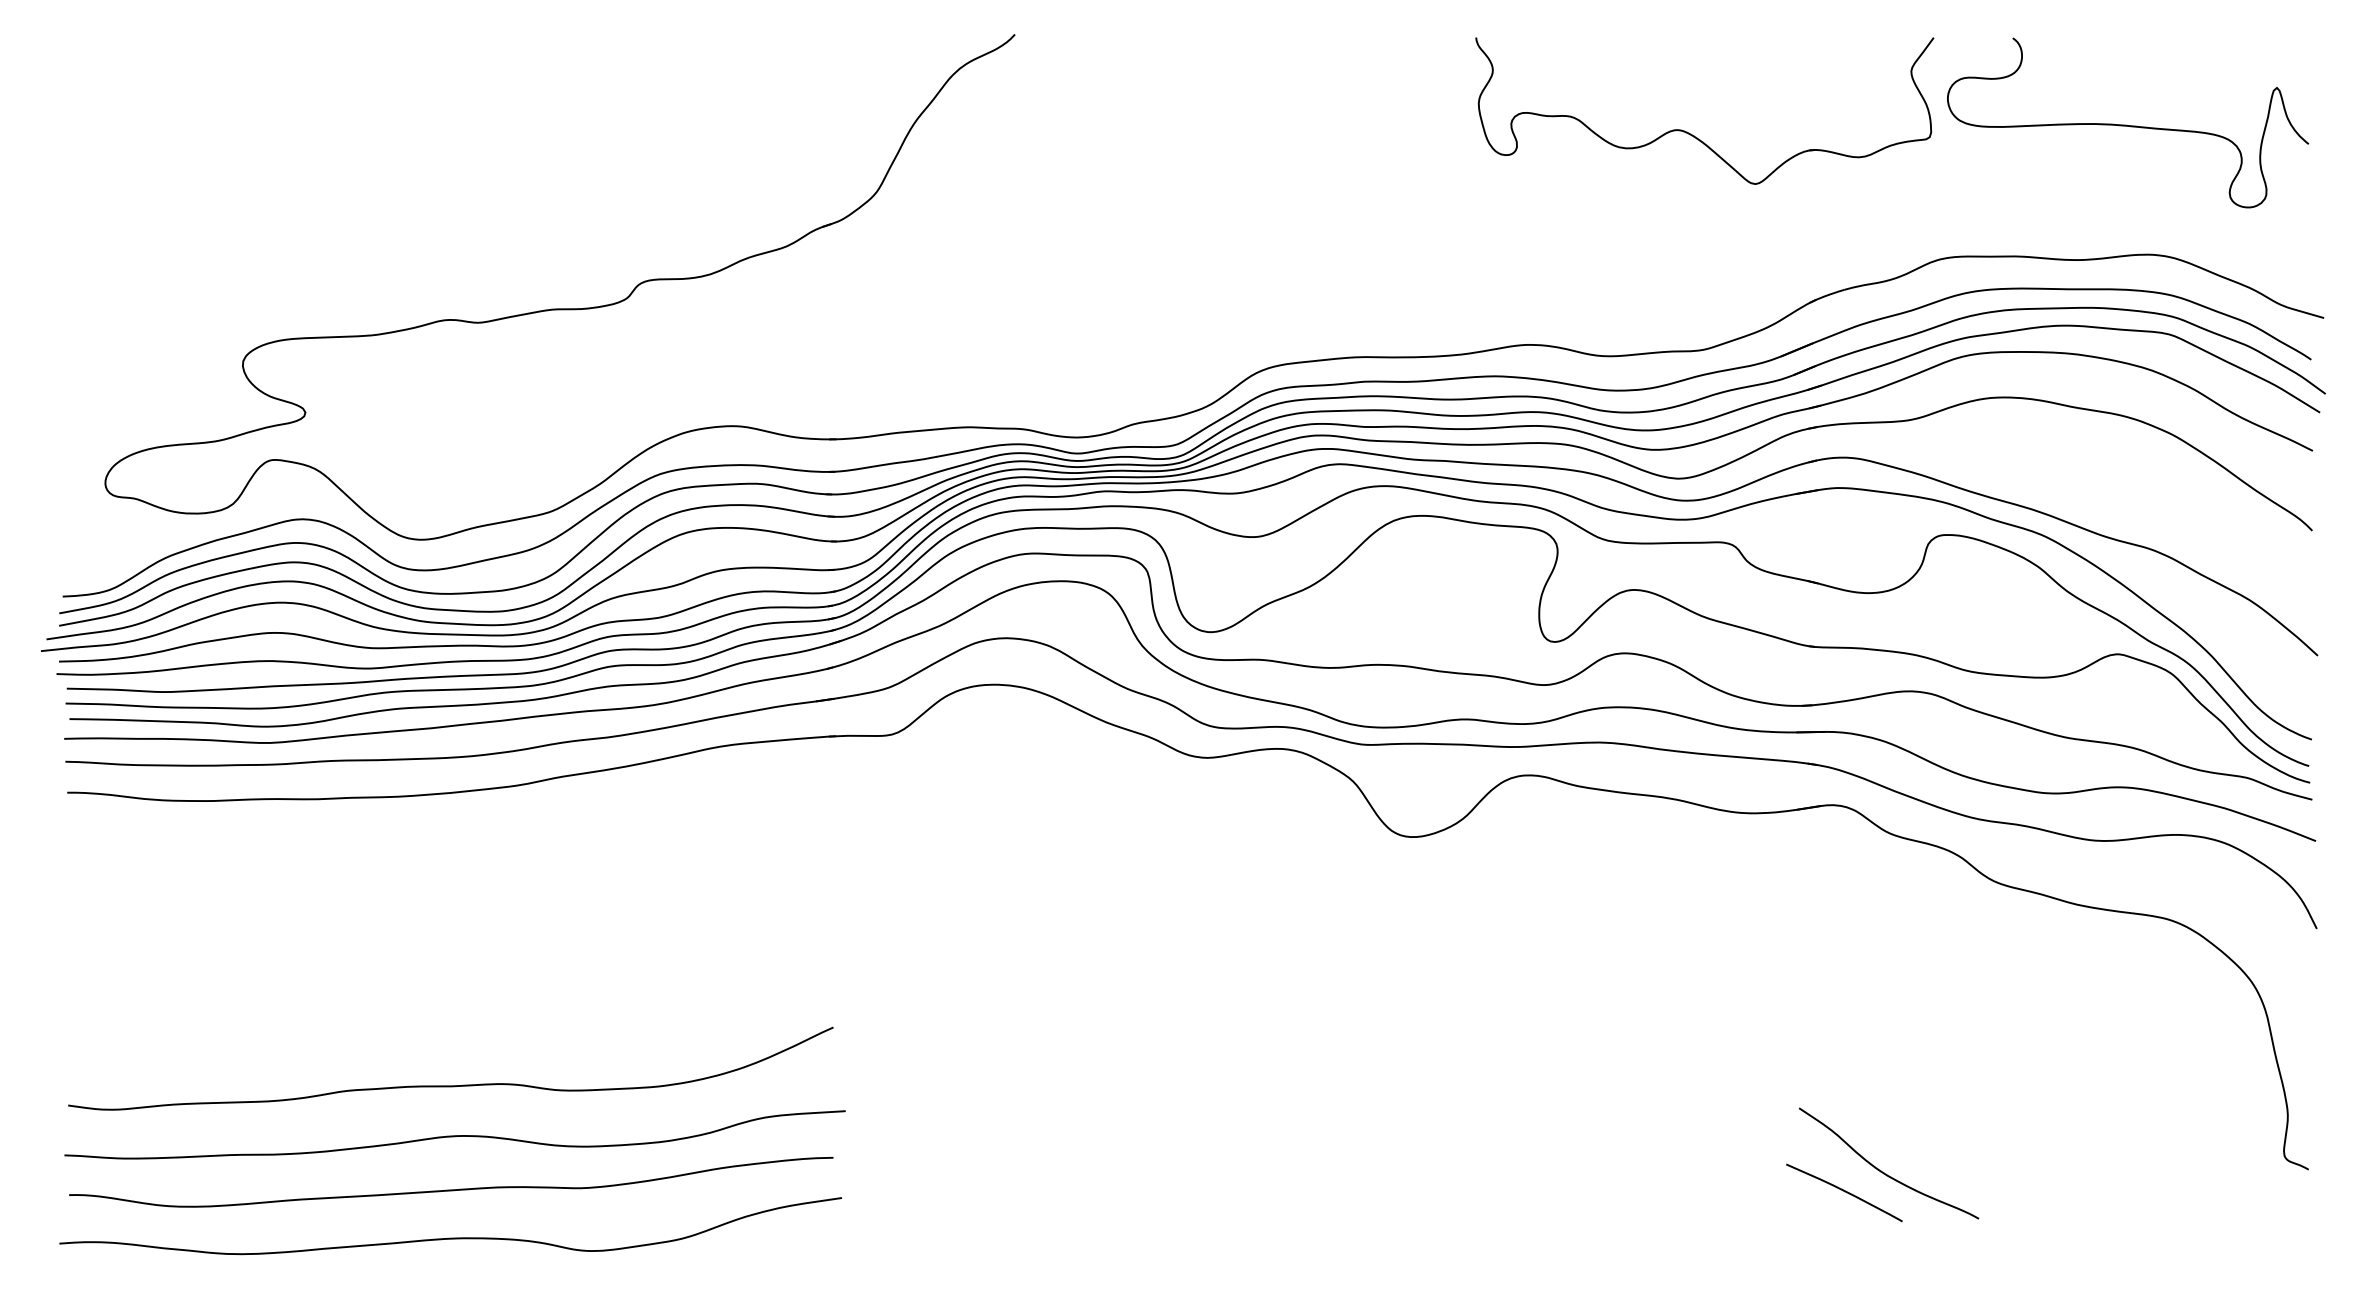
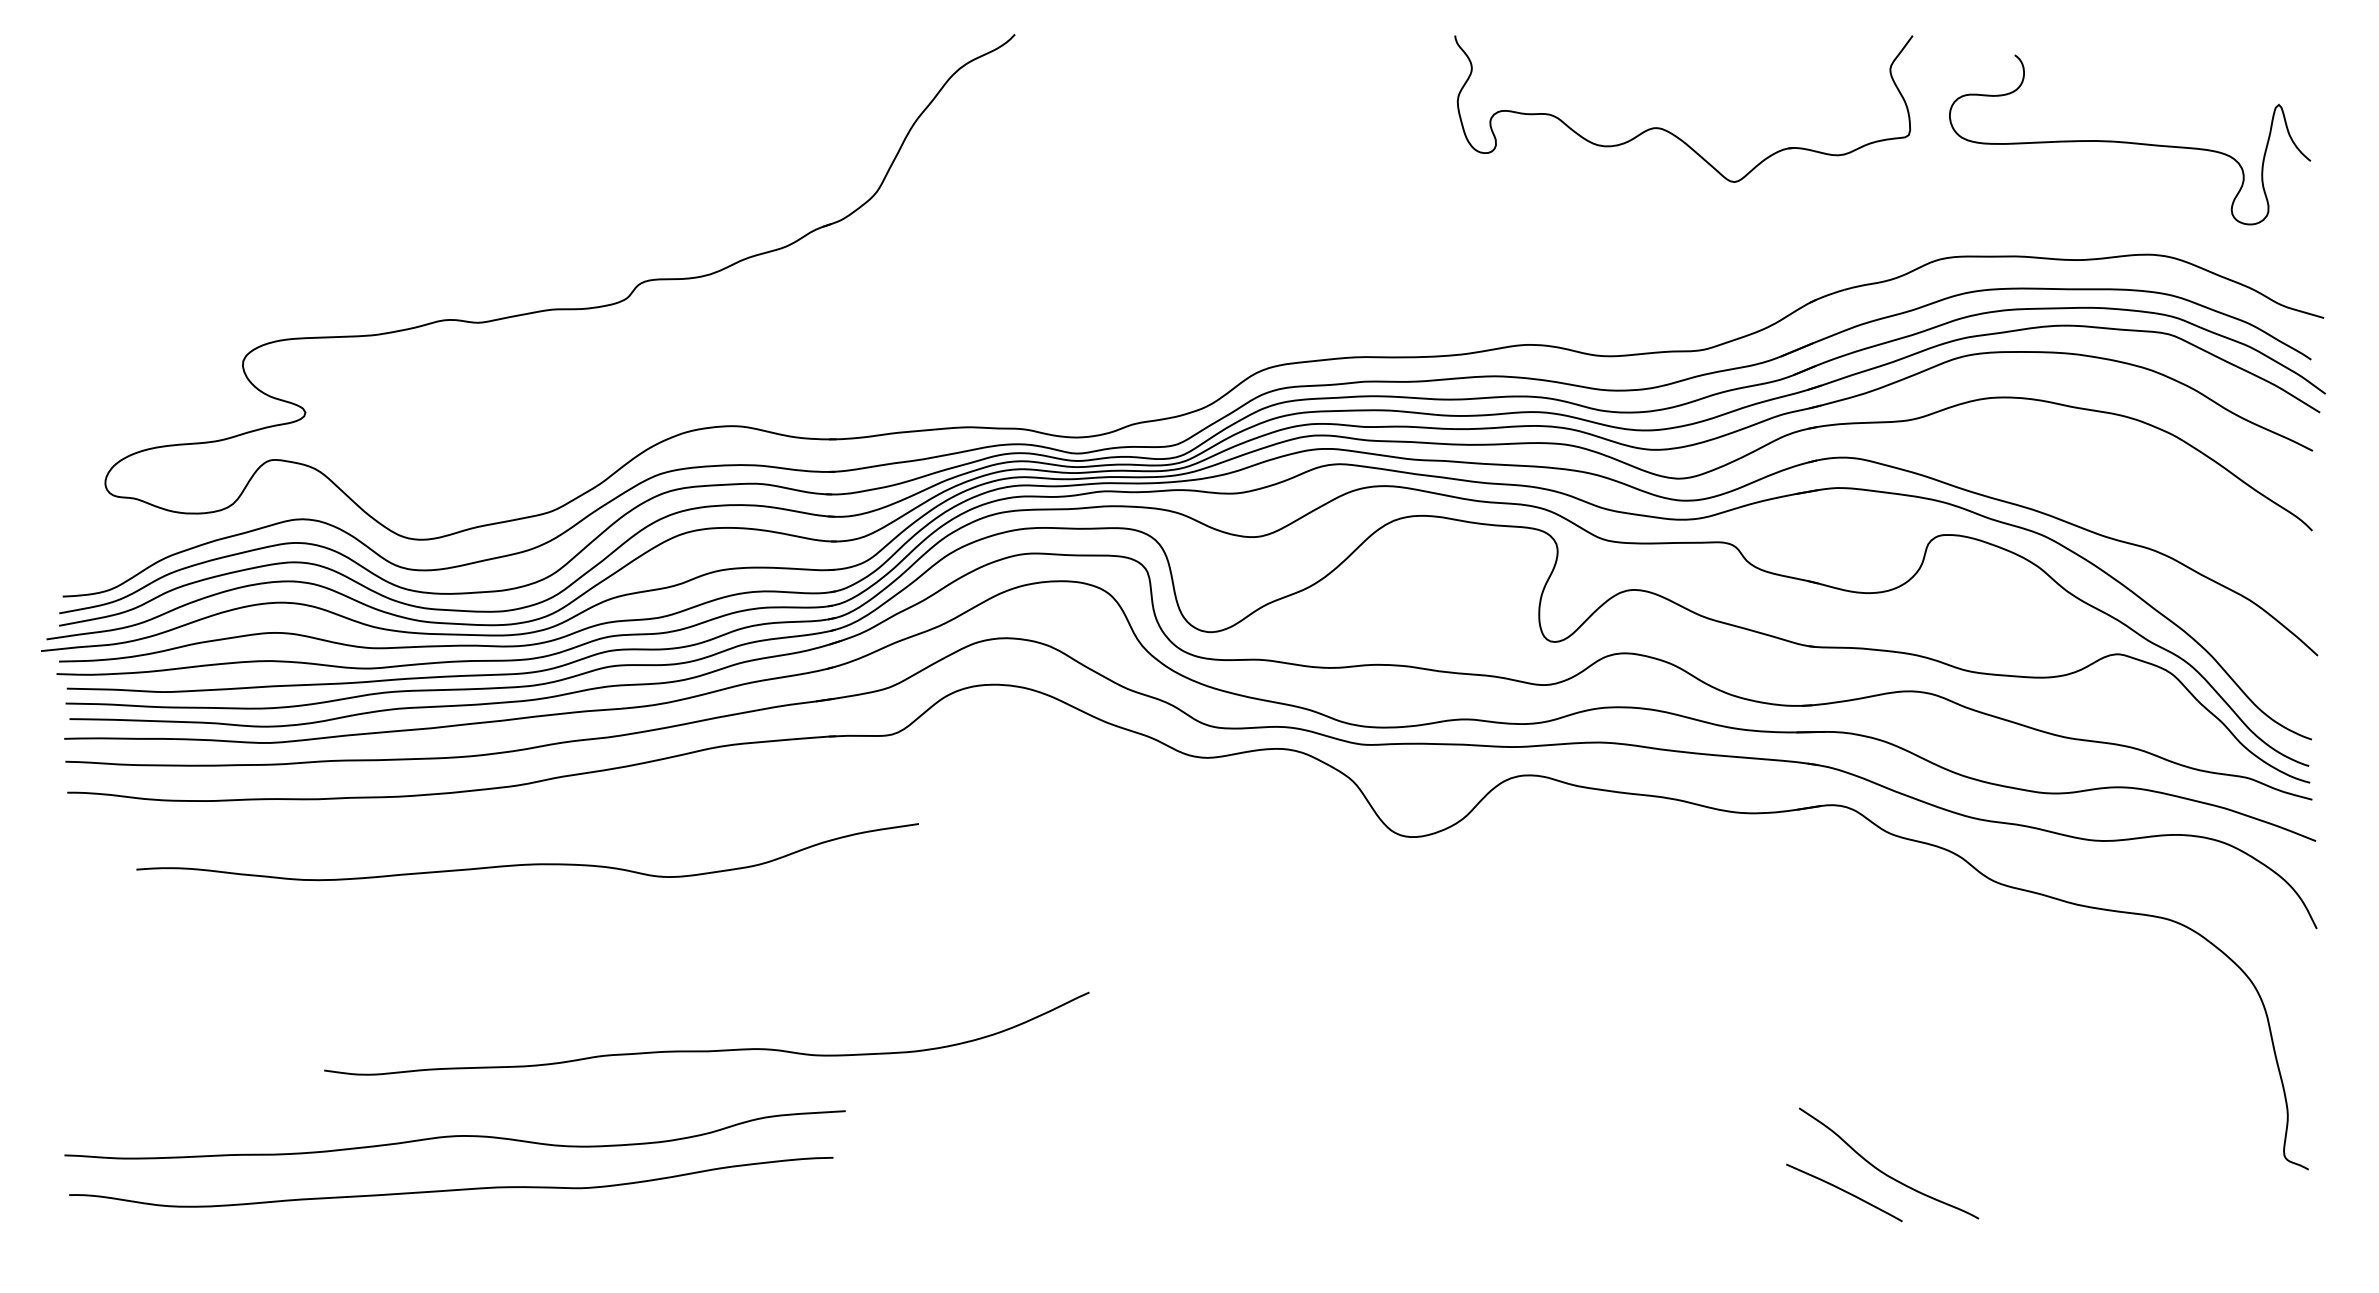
curve at (2126, 124) position: (2126, 124) -> (2128, 141)
part at (1689, 132) position: (1689, 132) -> (1668, 130)
curve at (450, 1085) position: (450, 1085) -> (706, 1050)
curve at (450, 1237) position: (450, 1237) -> (527, 863)
